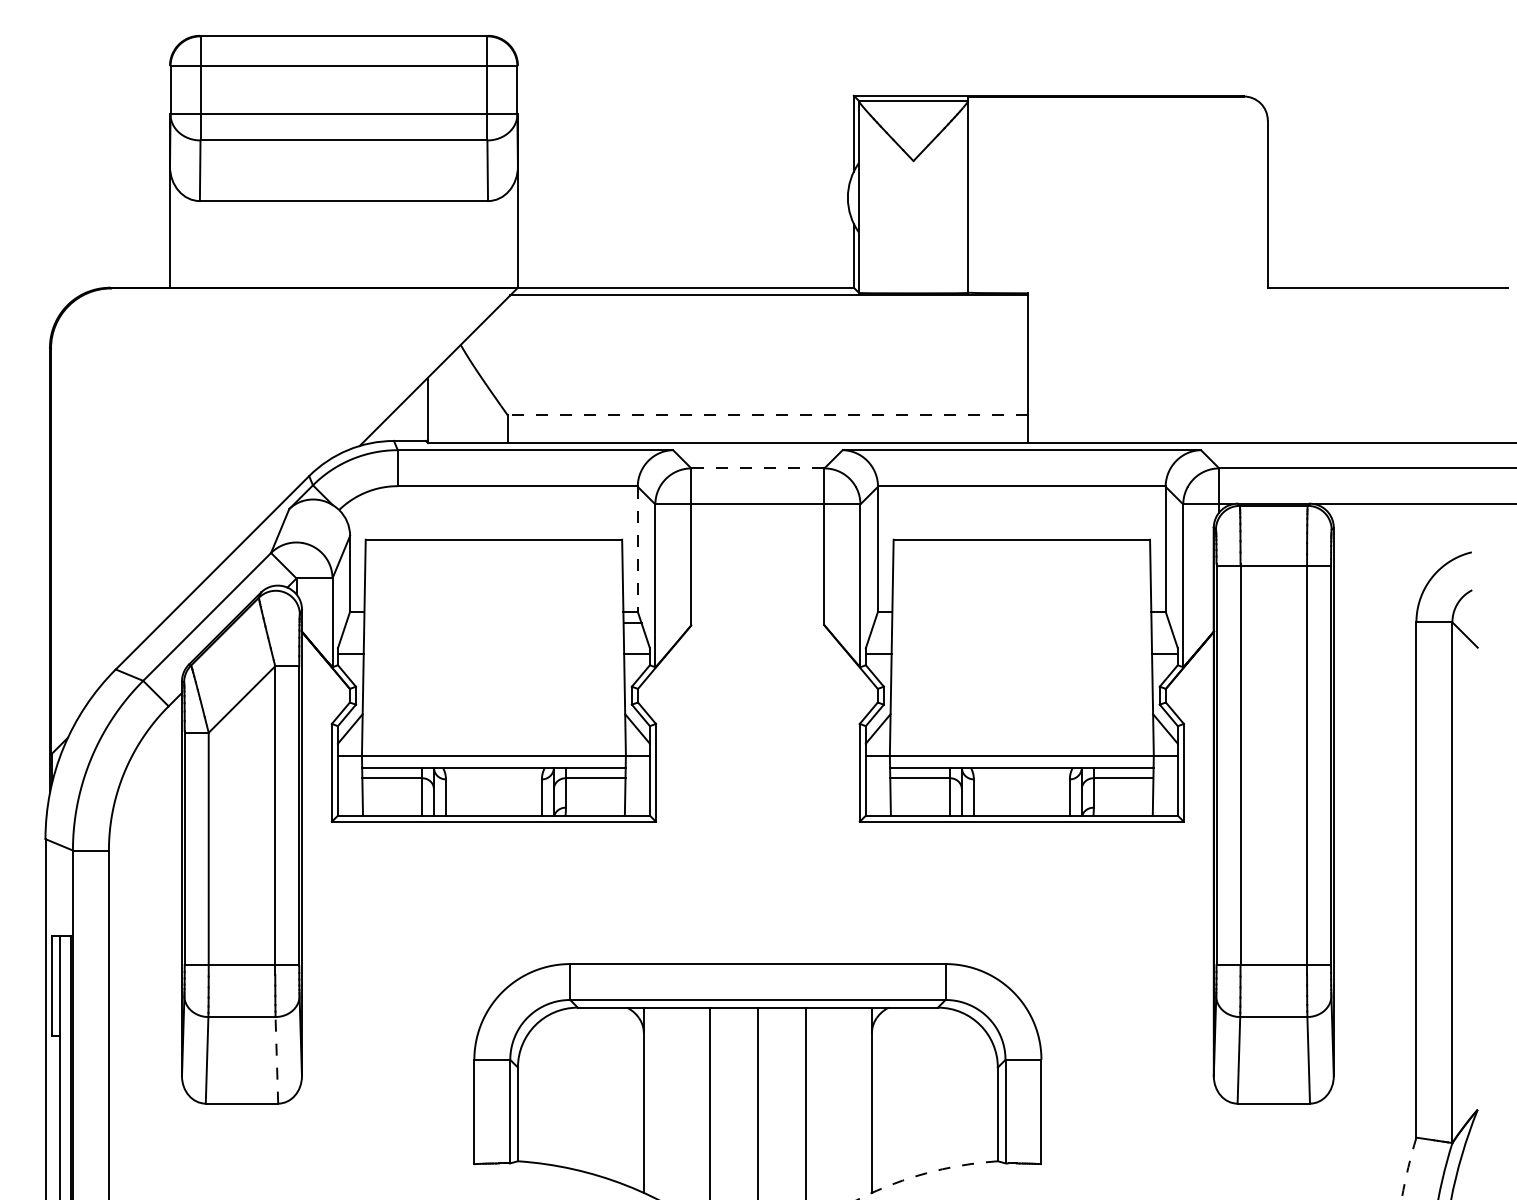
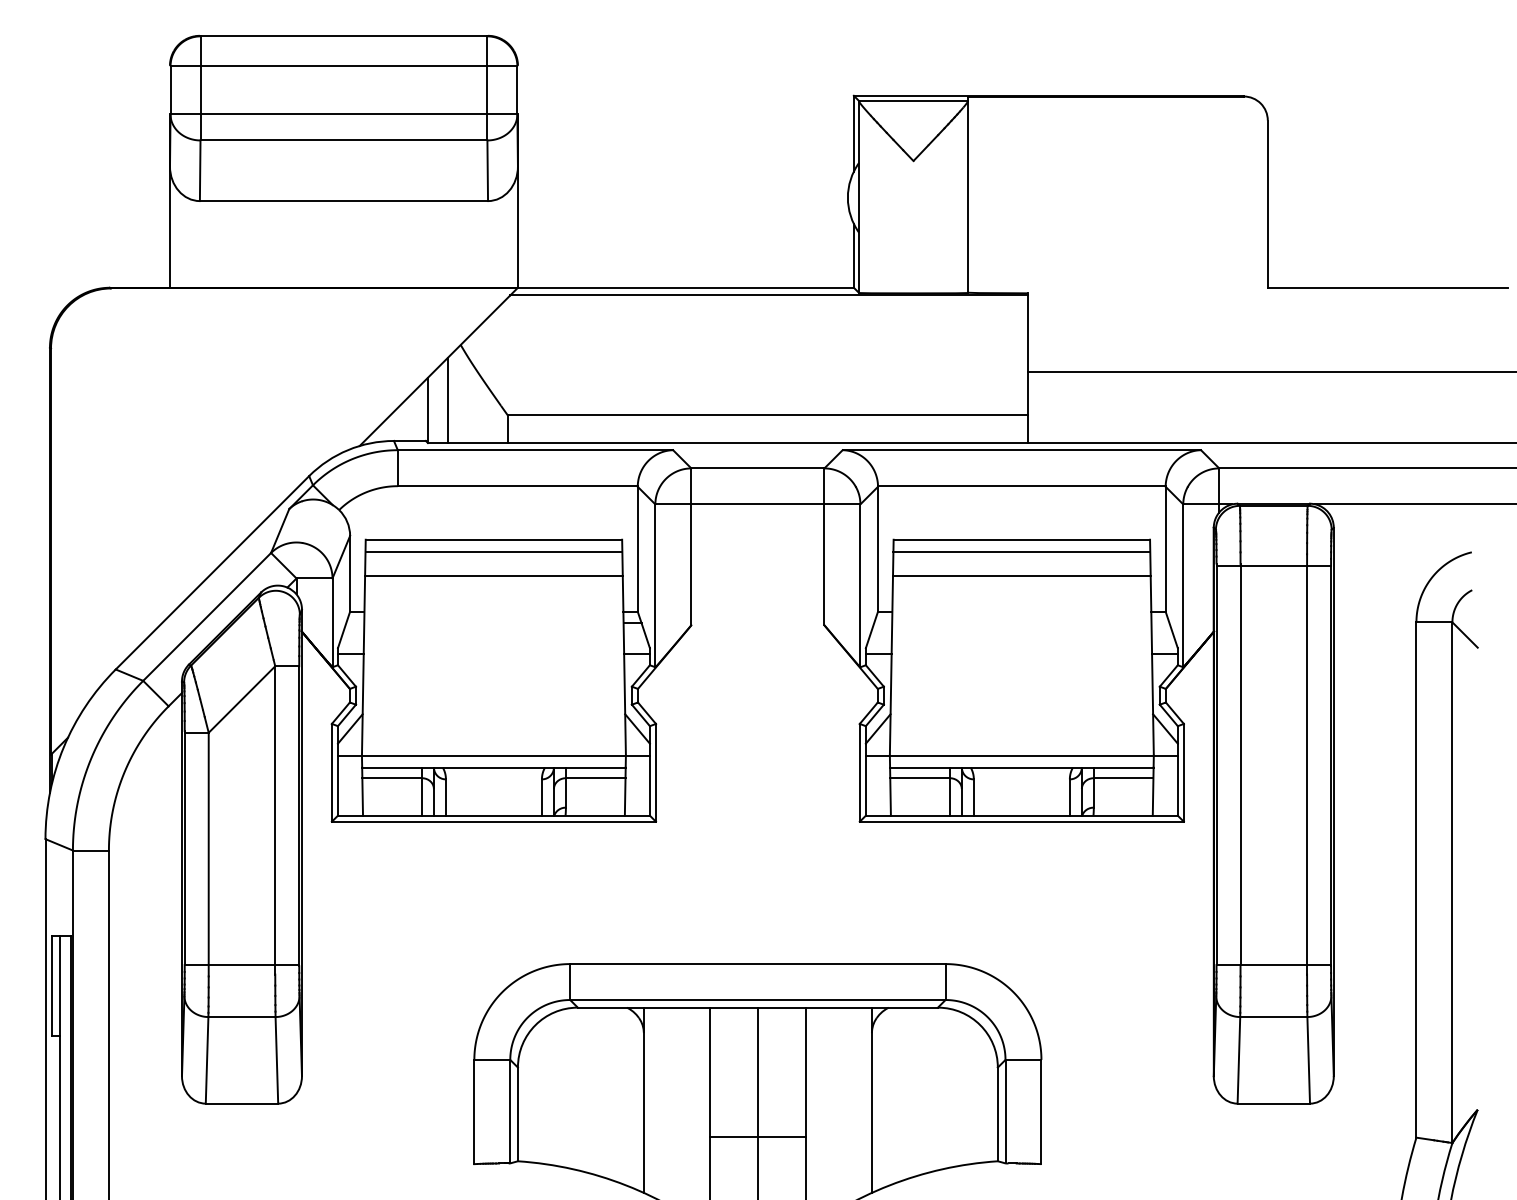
line at (1270, 371): none -> present
line at (447, 400): none -> present
line at (767, 415): dashed -> solid
line at (757, 468): dashed -> solid
line at (637, 549): dashed -> solid
line at (493, 551): none -> present
line at (1021, 551): none -> present
line at (493, 575): none -> present
line at (1021, 575): none -> present
line at (276, 1059): dashed -> solid
line at (757, 1137): none -> present
arc at (1408, 1168): dashed -> solid
arc at (926, 1173): dashed -> solid
